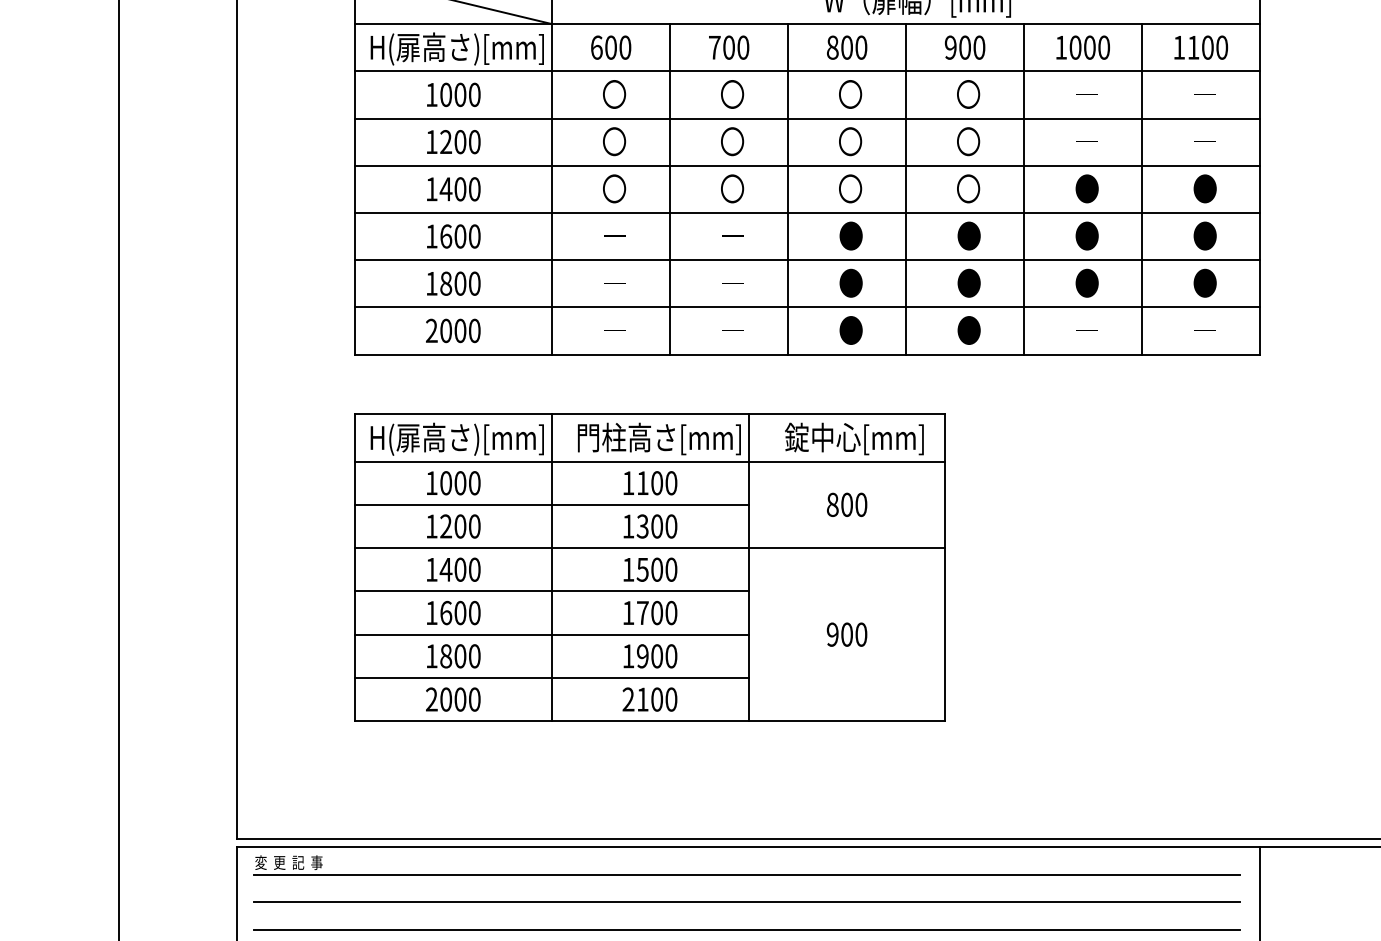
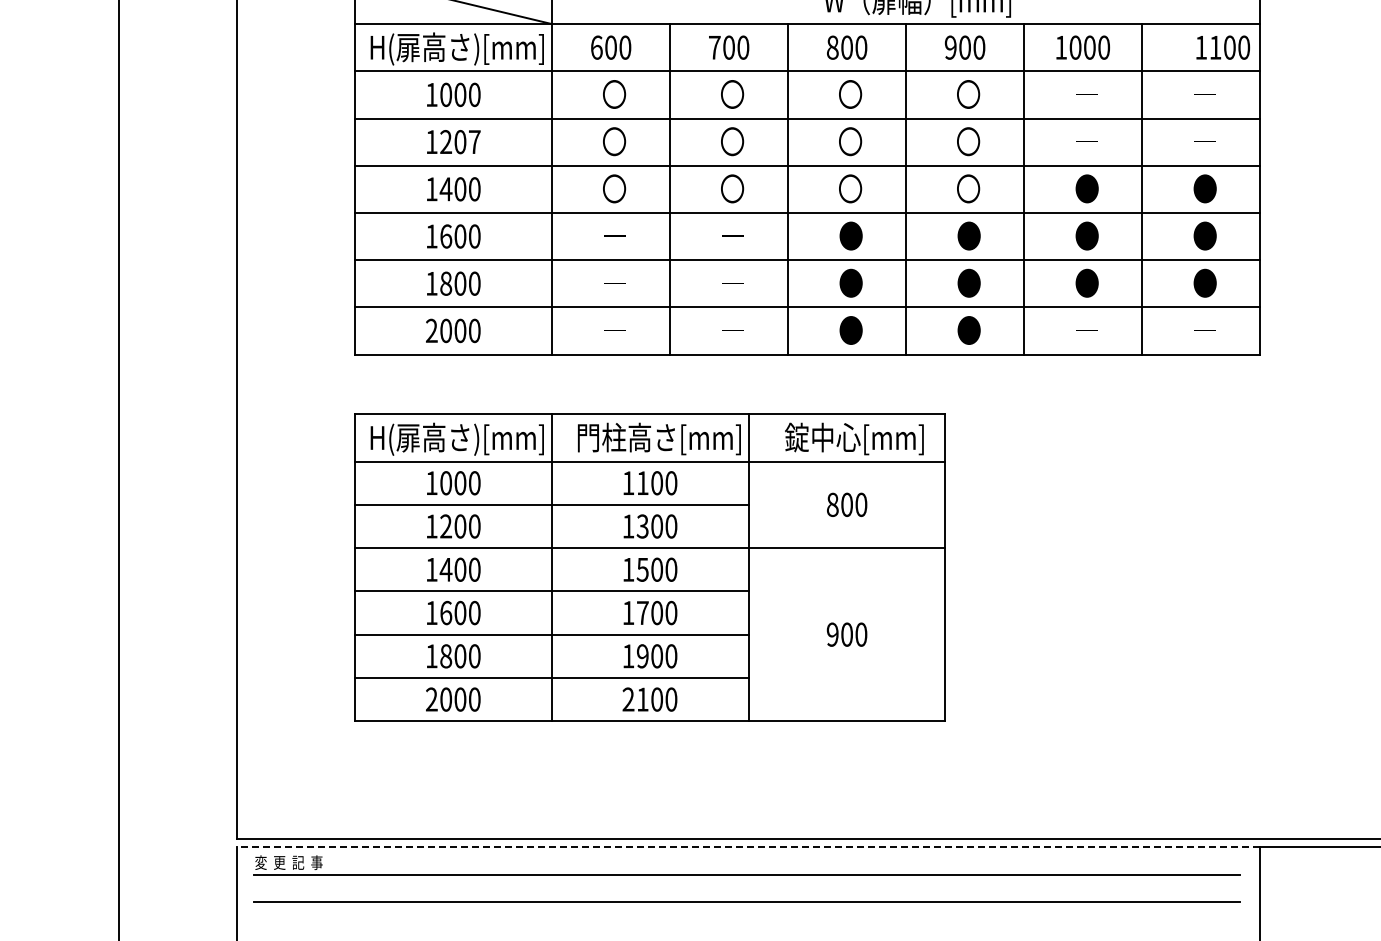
text at (1200, 47) position: (1200, 47) -> (1222, 47)
text at (474, 142): 1200 -> 1207
line at (748, 847): solid -> dashed
line at (747, 929): present -> none
